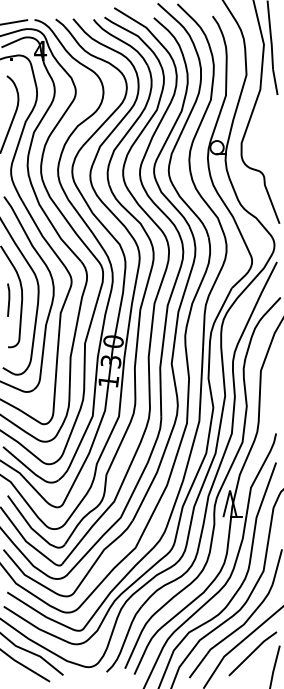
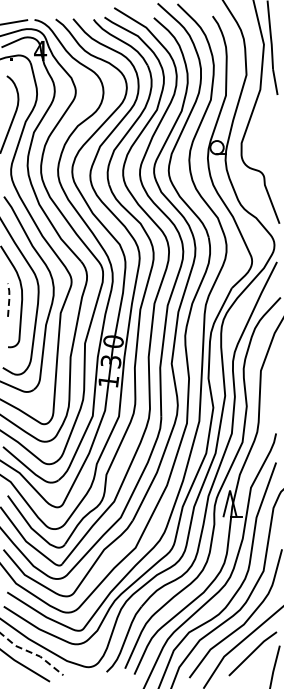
line at (9, 298): solid -> dashed
line at (32, 653): solid -> dashed
